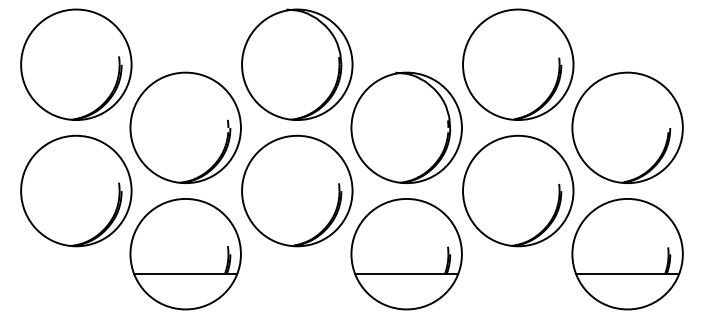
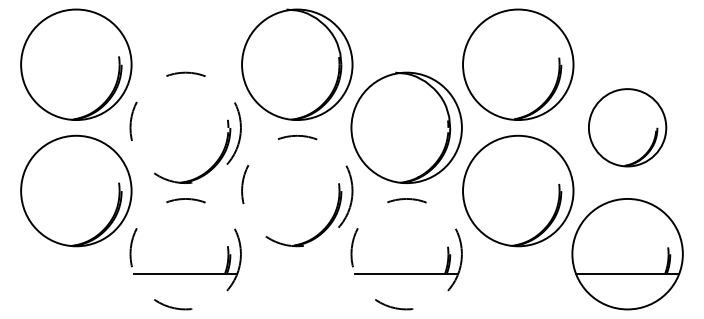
circle at (185, 127): solid -> dashed
part at (627, 127) size: 113x113 px -> 80x80 px
circle at (297, 190): solid -> dashed
circle at (185, 253): solid -> dashed
circle at (406, 253): solid -> dashed
